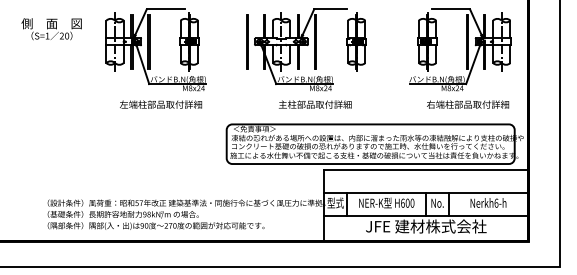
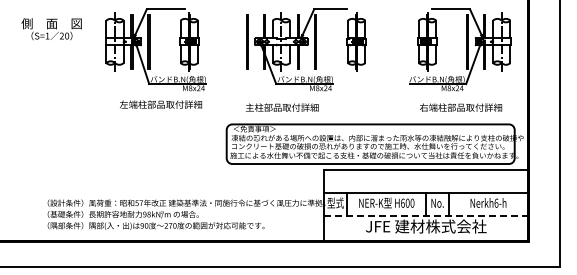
text at (315, 104) position: (315, 104) -> (282, 107)
text at (468, 104) position: (468, 104) -> (461, 107)
line at (426, 215): solid -> dashed
